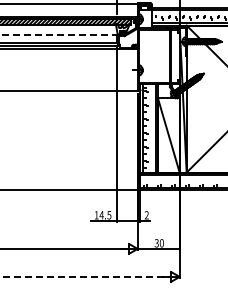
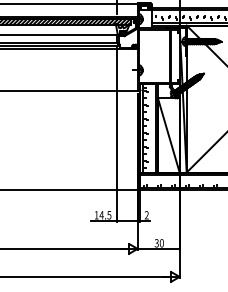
line at (59, 34): dashed -> solid
line at (84, 276): dashed -> solid
